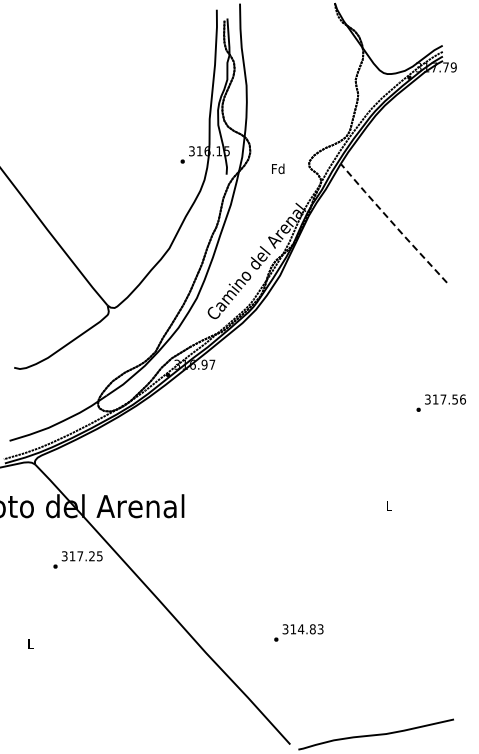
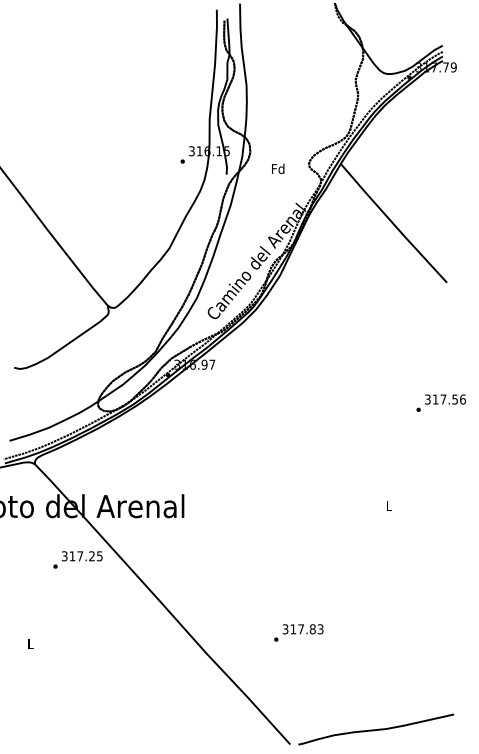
line at (393, 223): dashed -> solid
text at (300, 629): 314.83 -> 317.83
curve at (375, 734) position: (375, 734) -> (375, 729)
